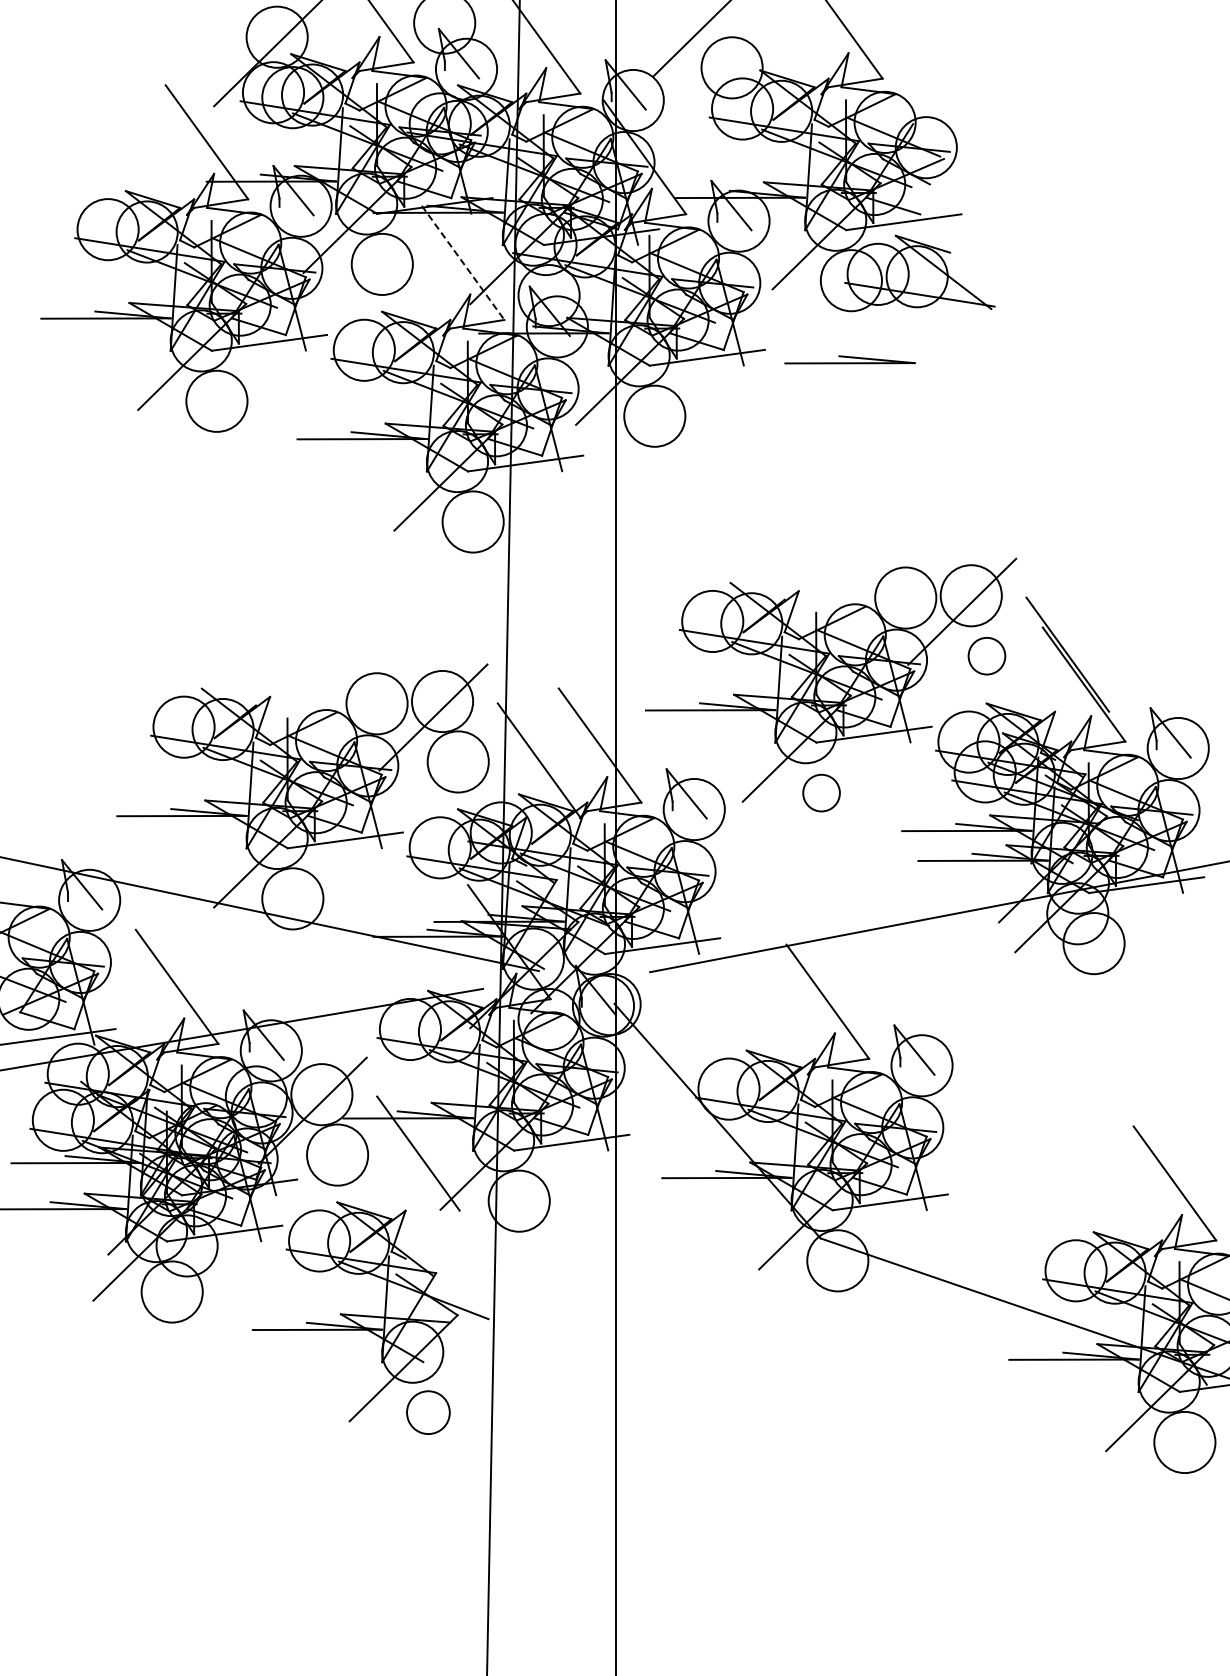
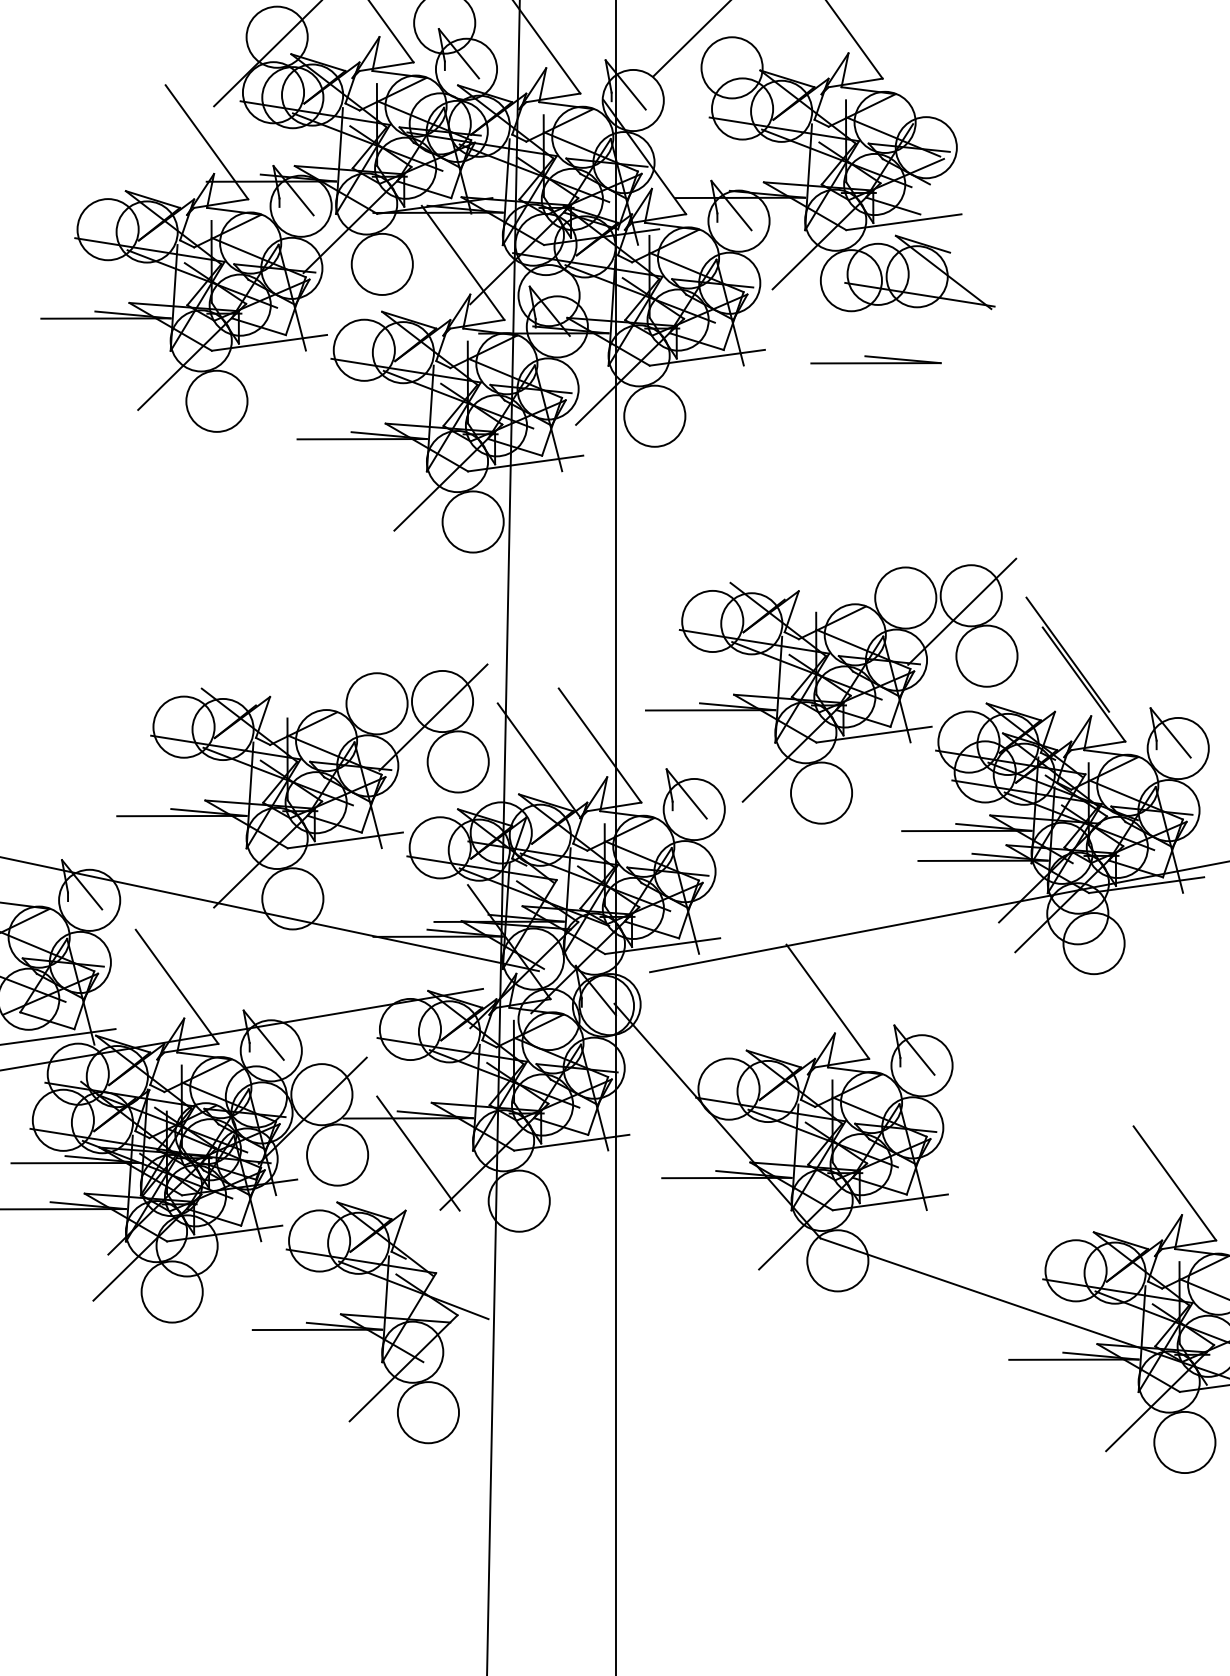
line at (463, 263): dashed -> solid
part at (849, 359) position: (849, 359) -> (875, 359)
circle at (986, 655) diameter: 37 px -> 61 px
circle at (821, 792) diameter: 37 px -> 61 px
circle at (428, 1412) diameter: 43 px -> 61 px
